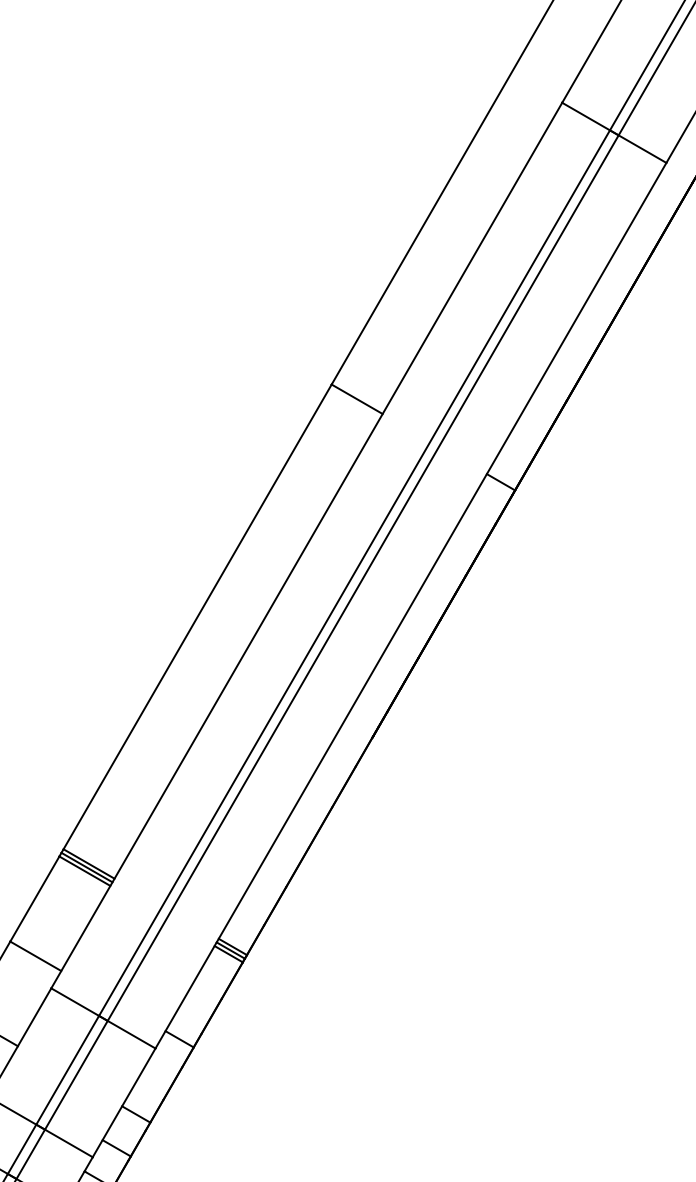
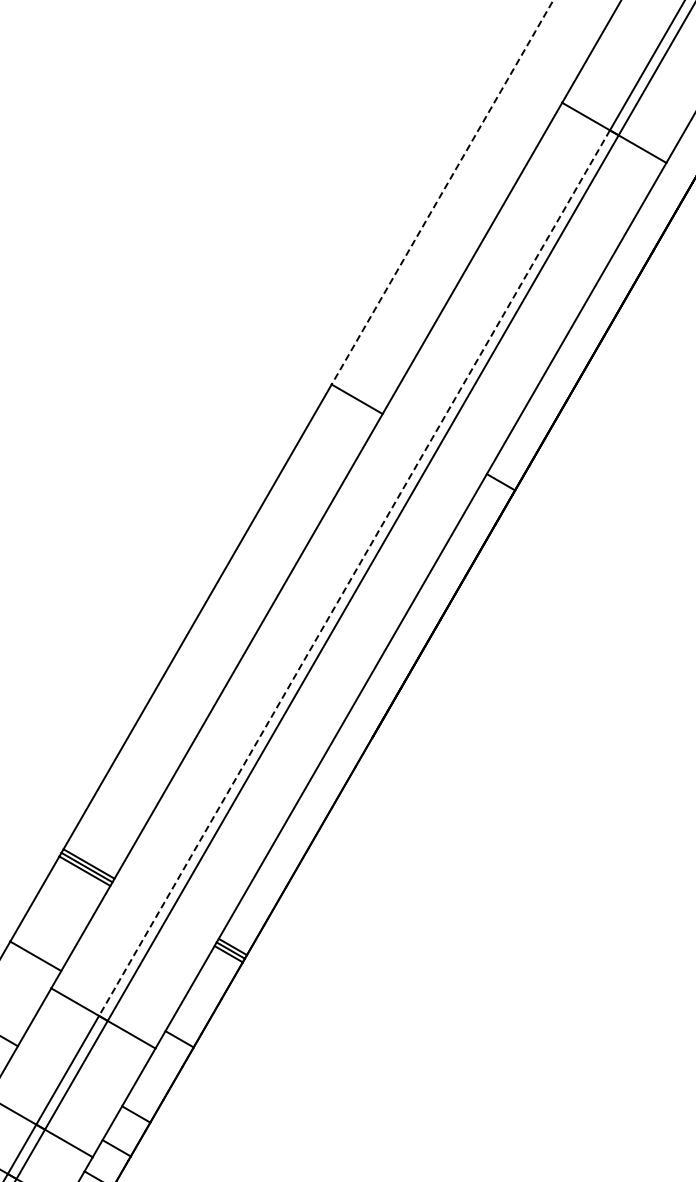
line at (442, 192): solid -> dashed
line at (354, 573): solid -> dashed
